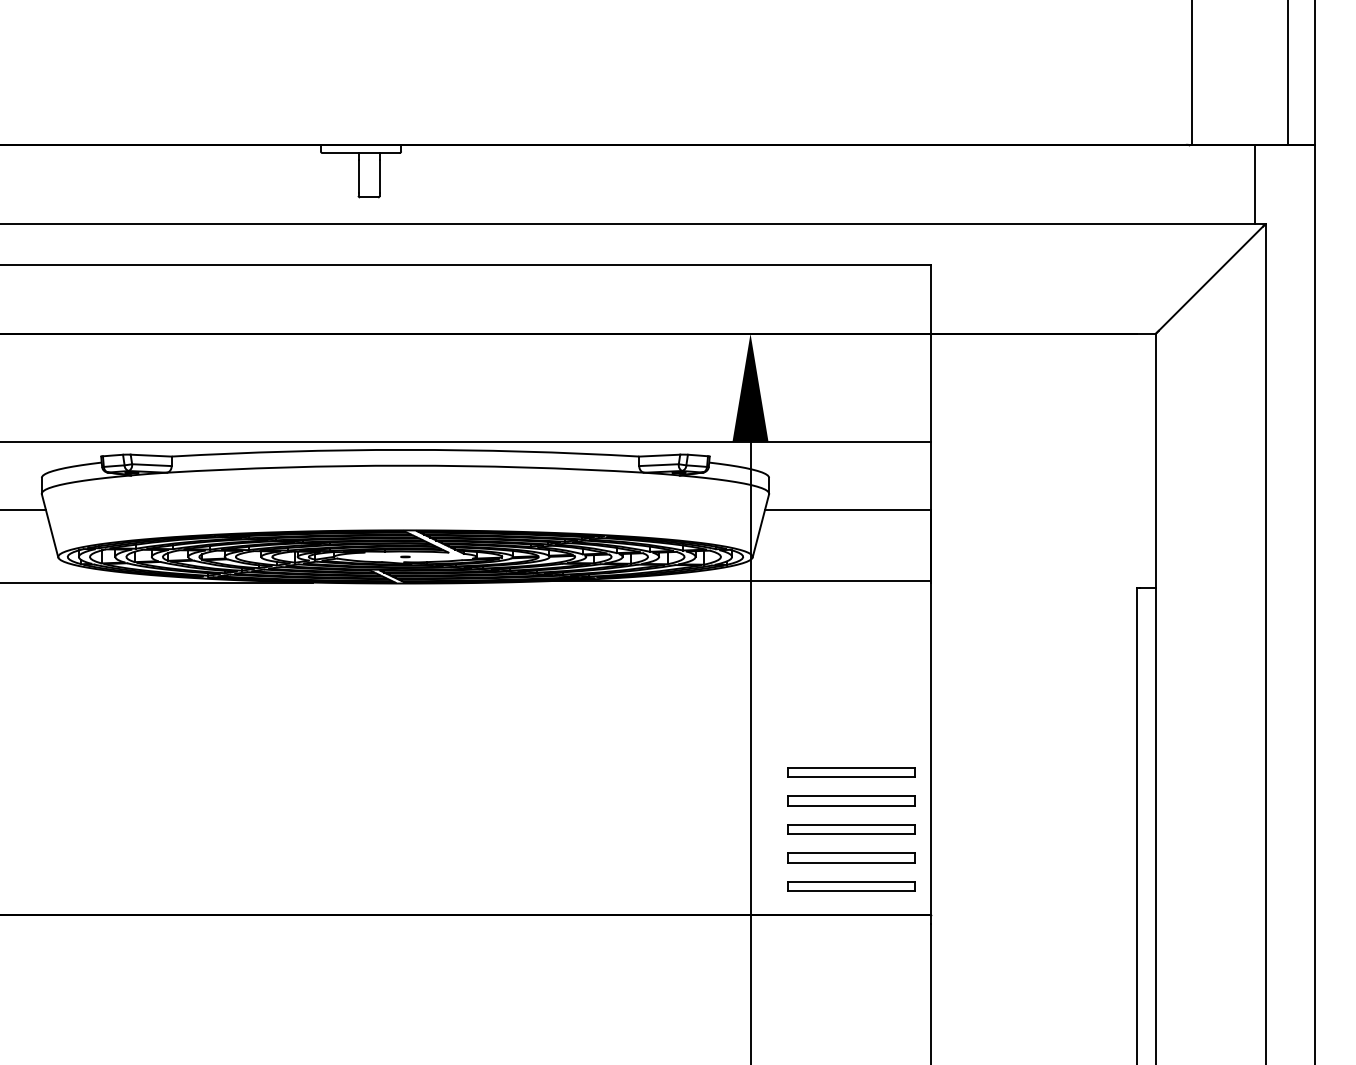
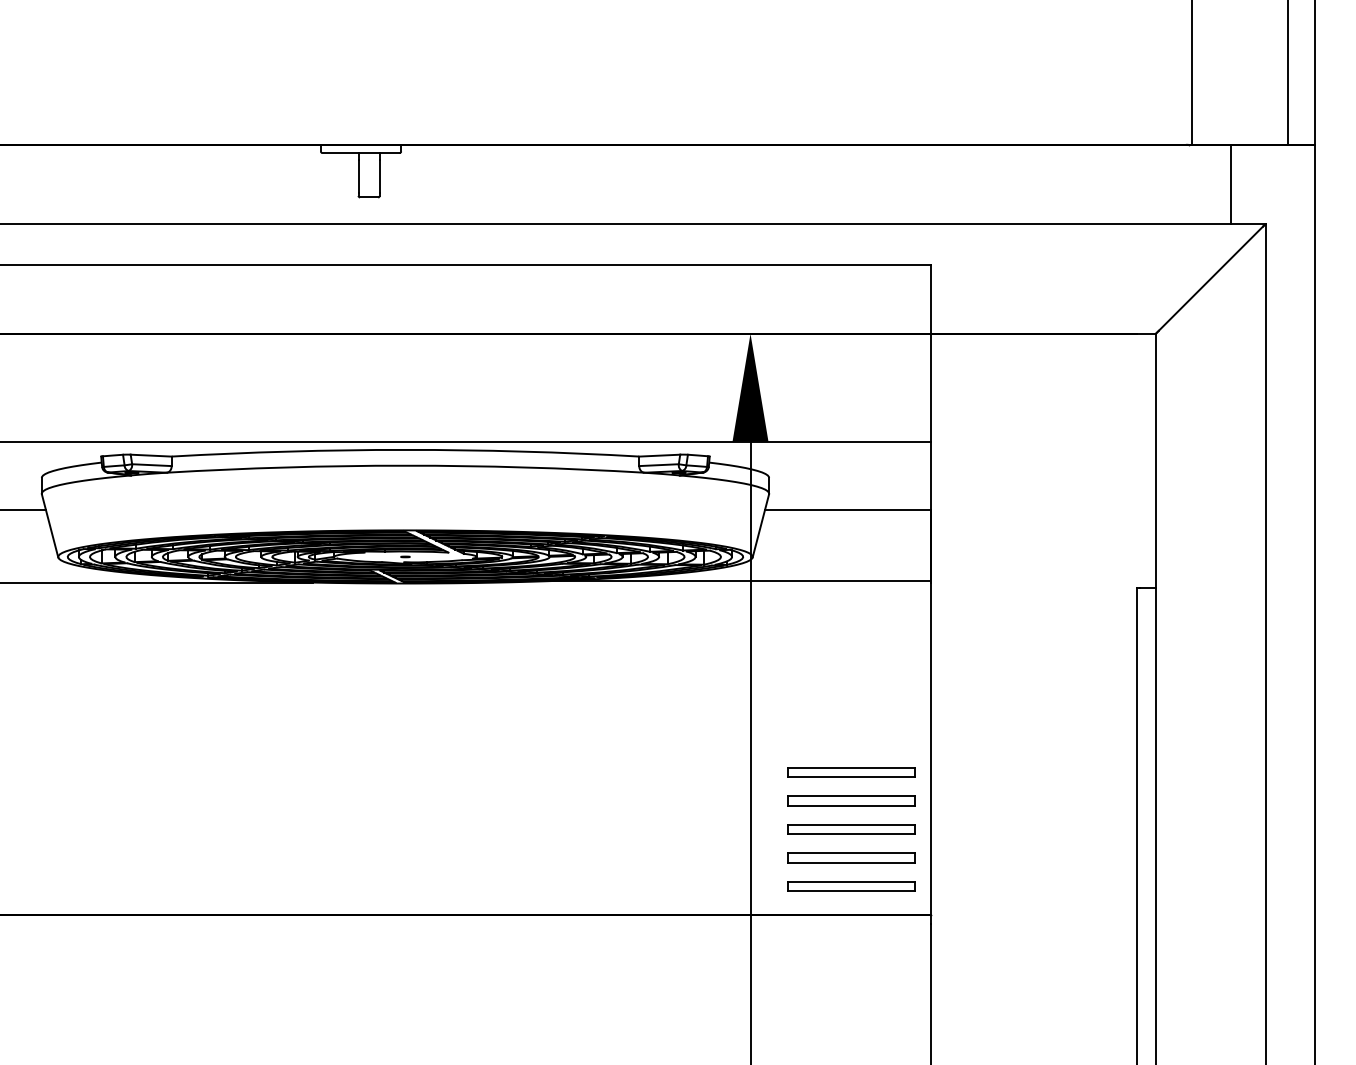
line at (1254, 183) position: (1254, 183) -> (1230, 183)
